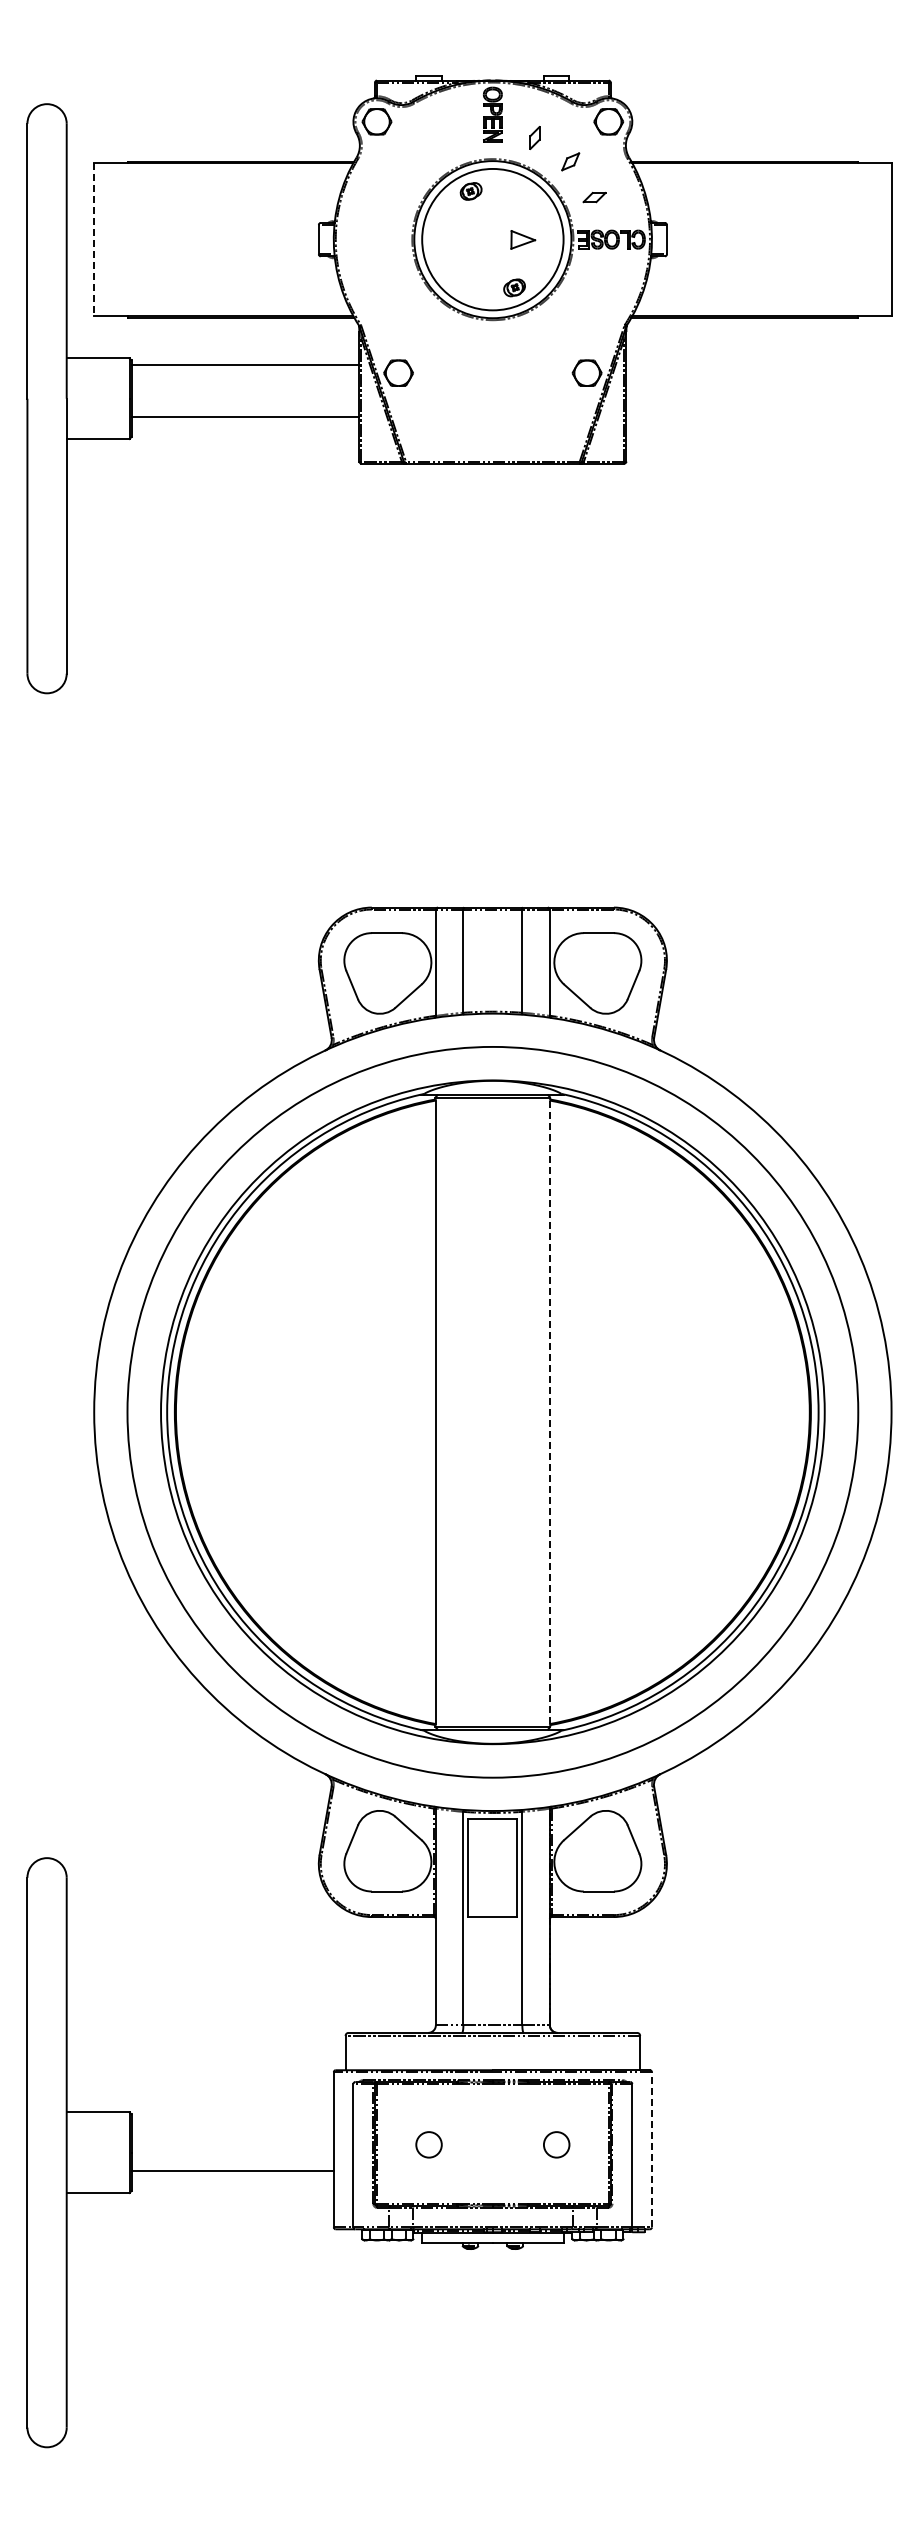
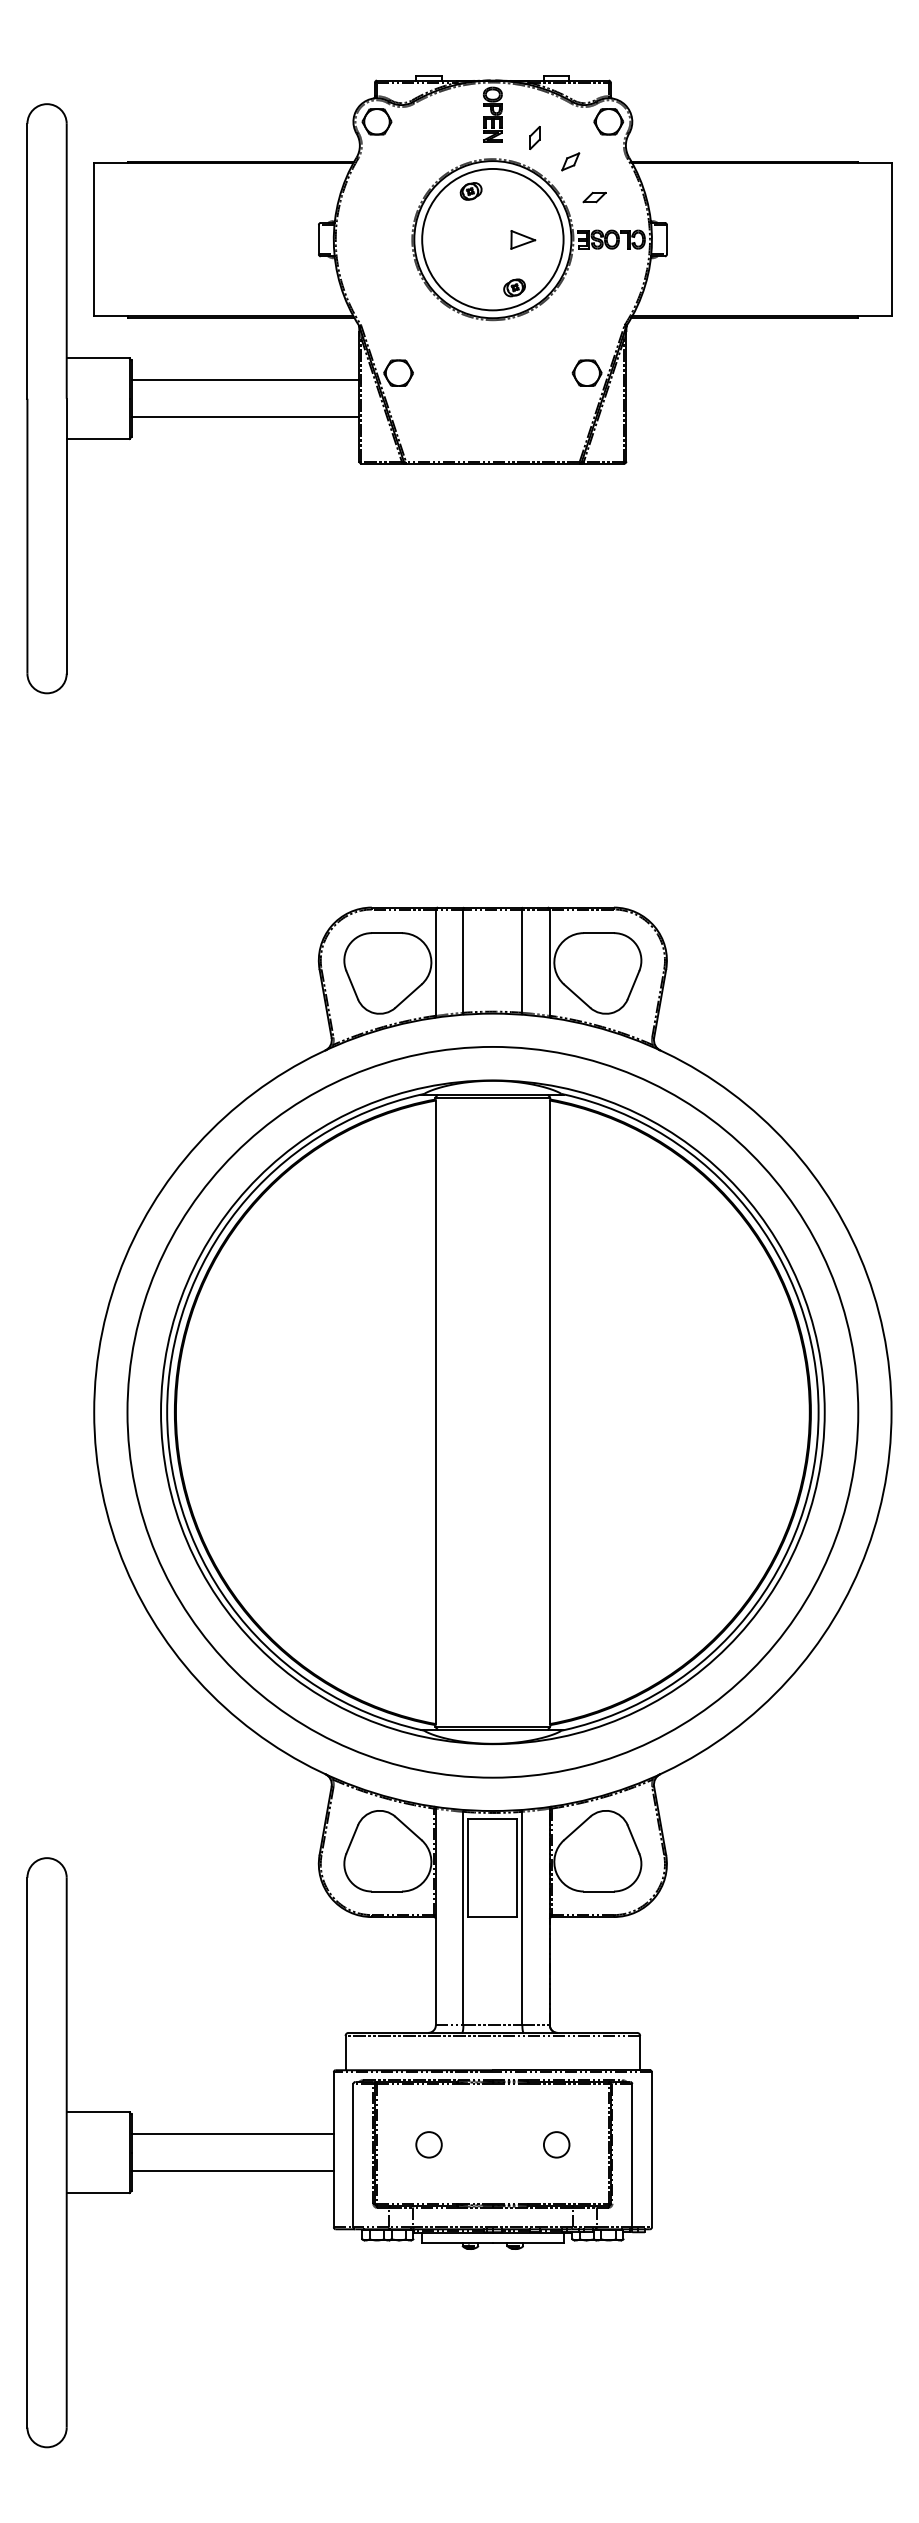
line at (94, 239): dashed -> solid
line at (245, 365) position: (245, 365) -> (245, 380)
line at (549, 1412): dashed -> solid
line at (232, 2134): none -> present
line at (651, 2149): dashed -> solid
